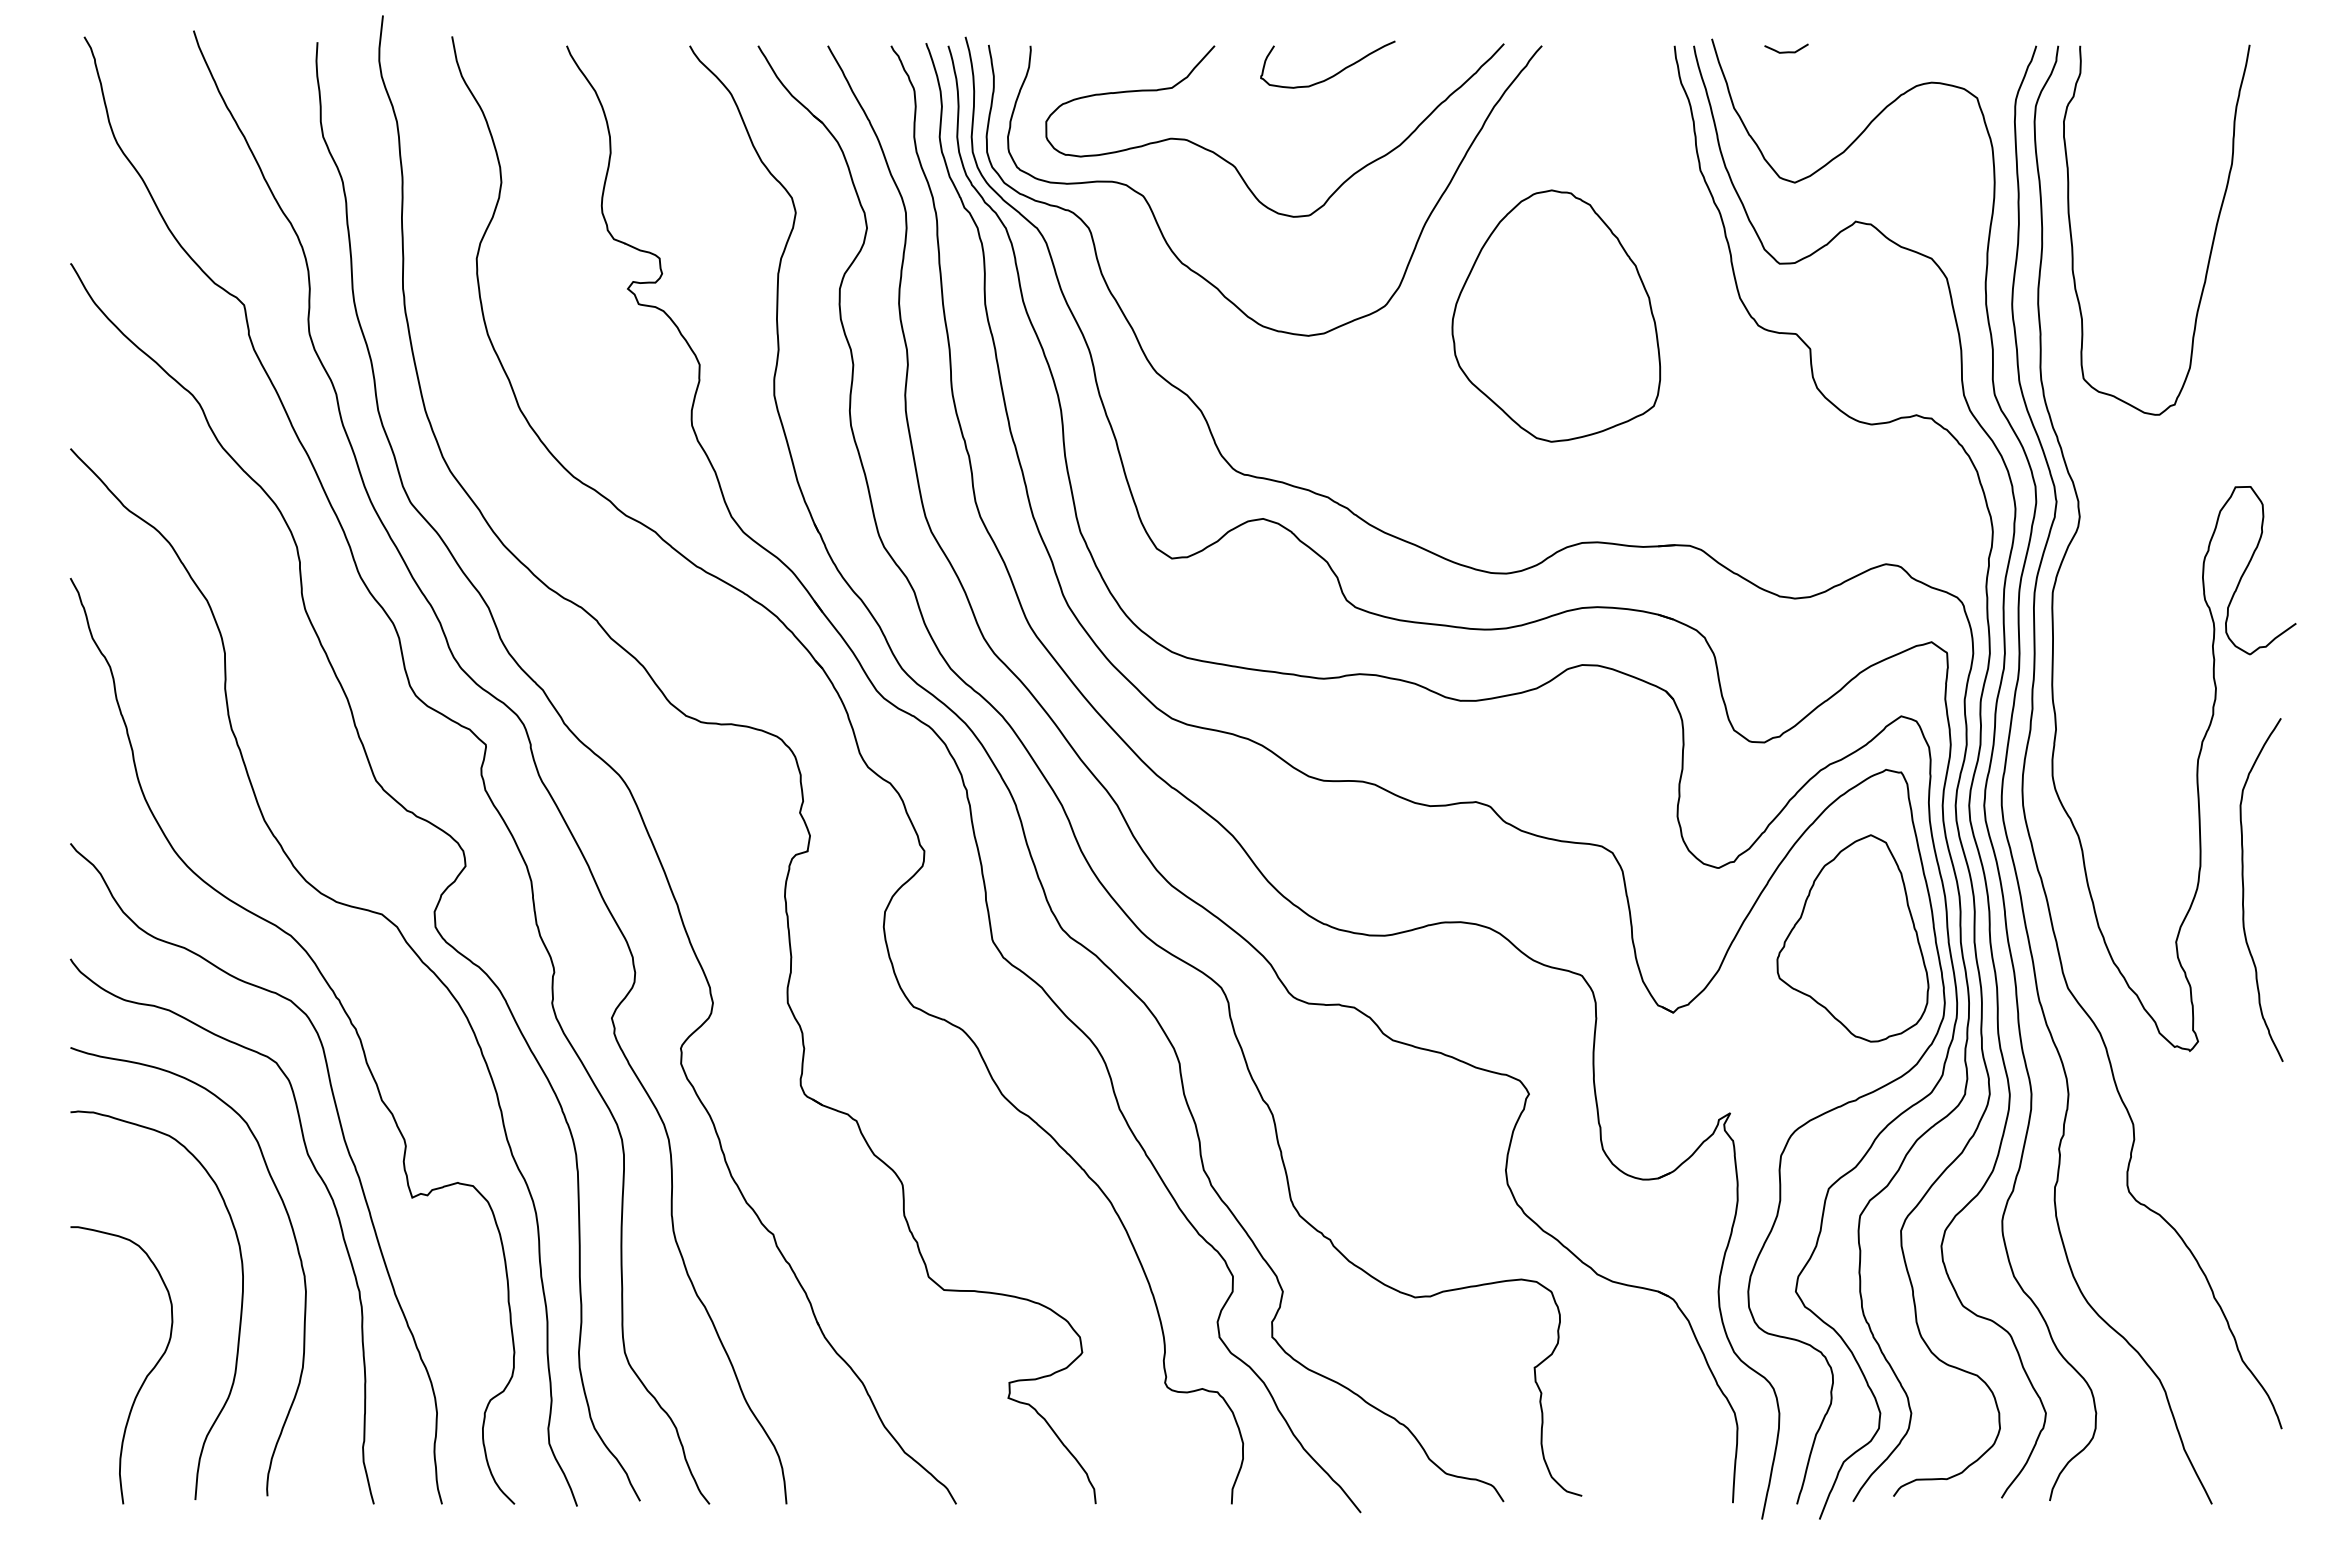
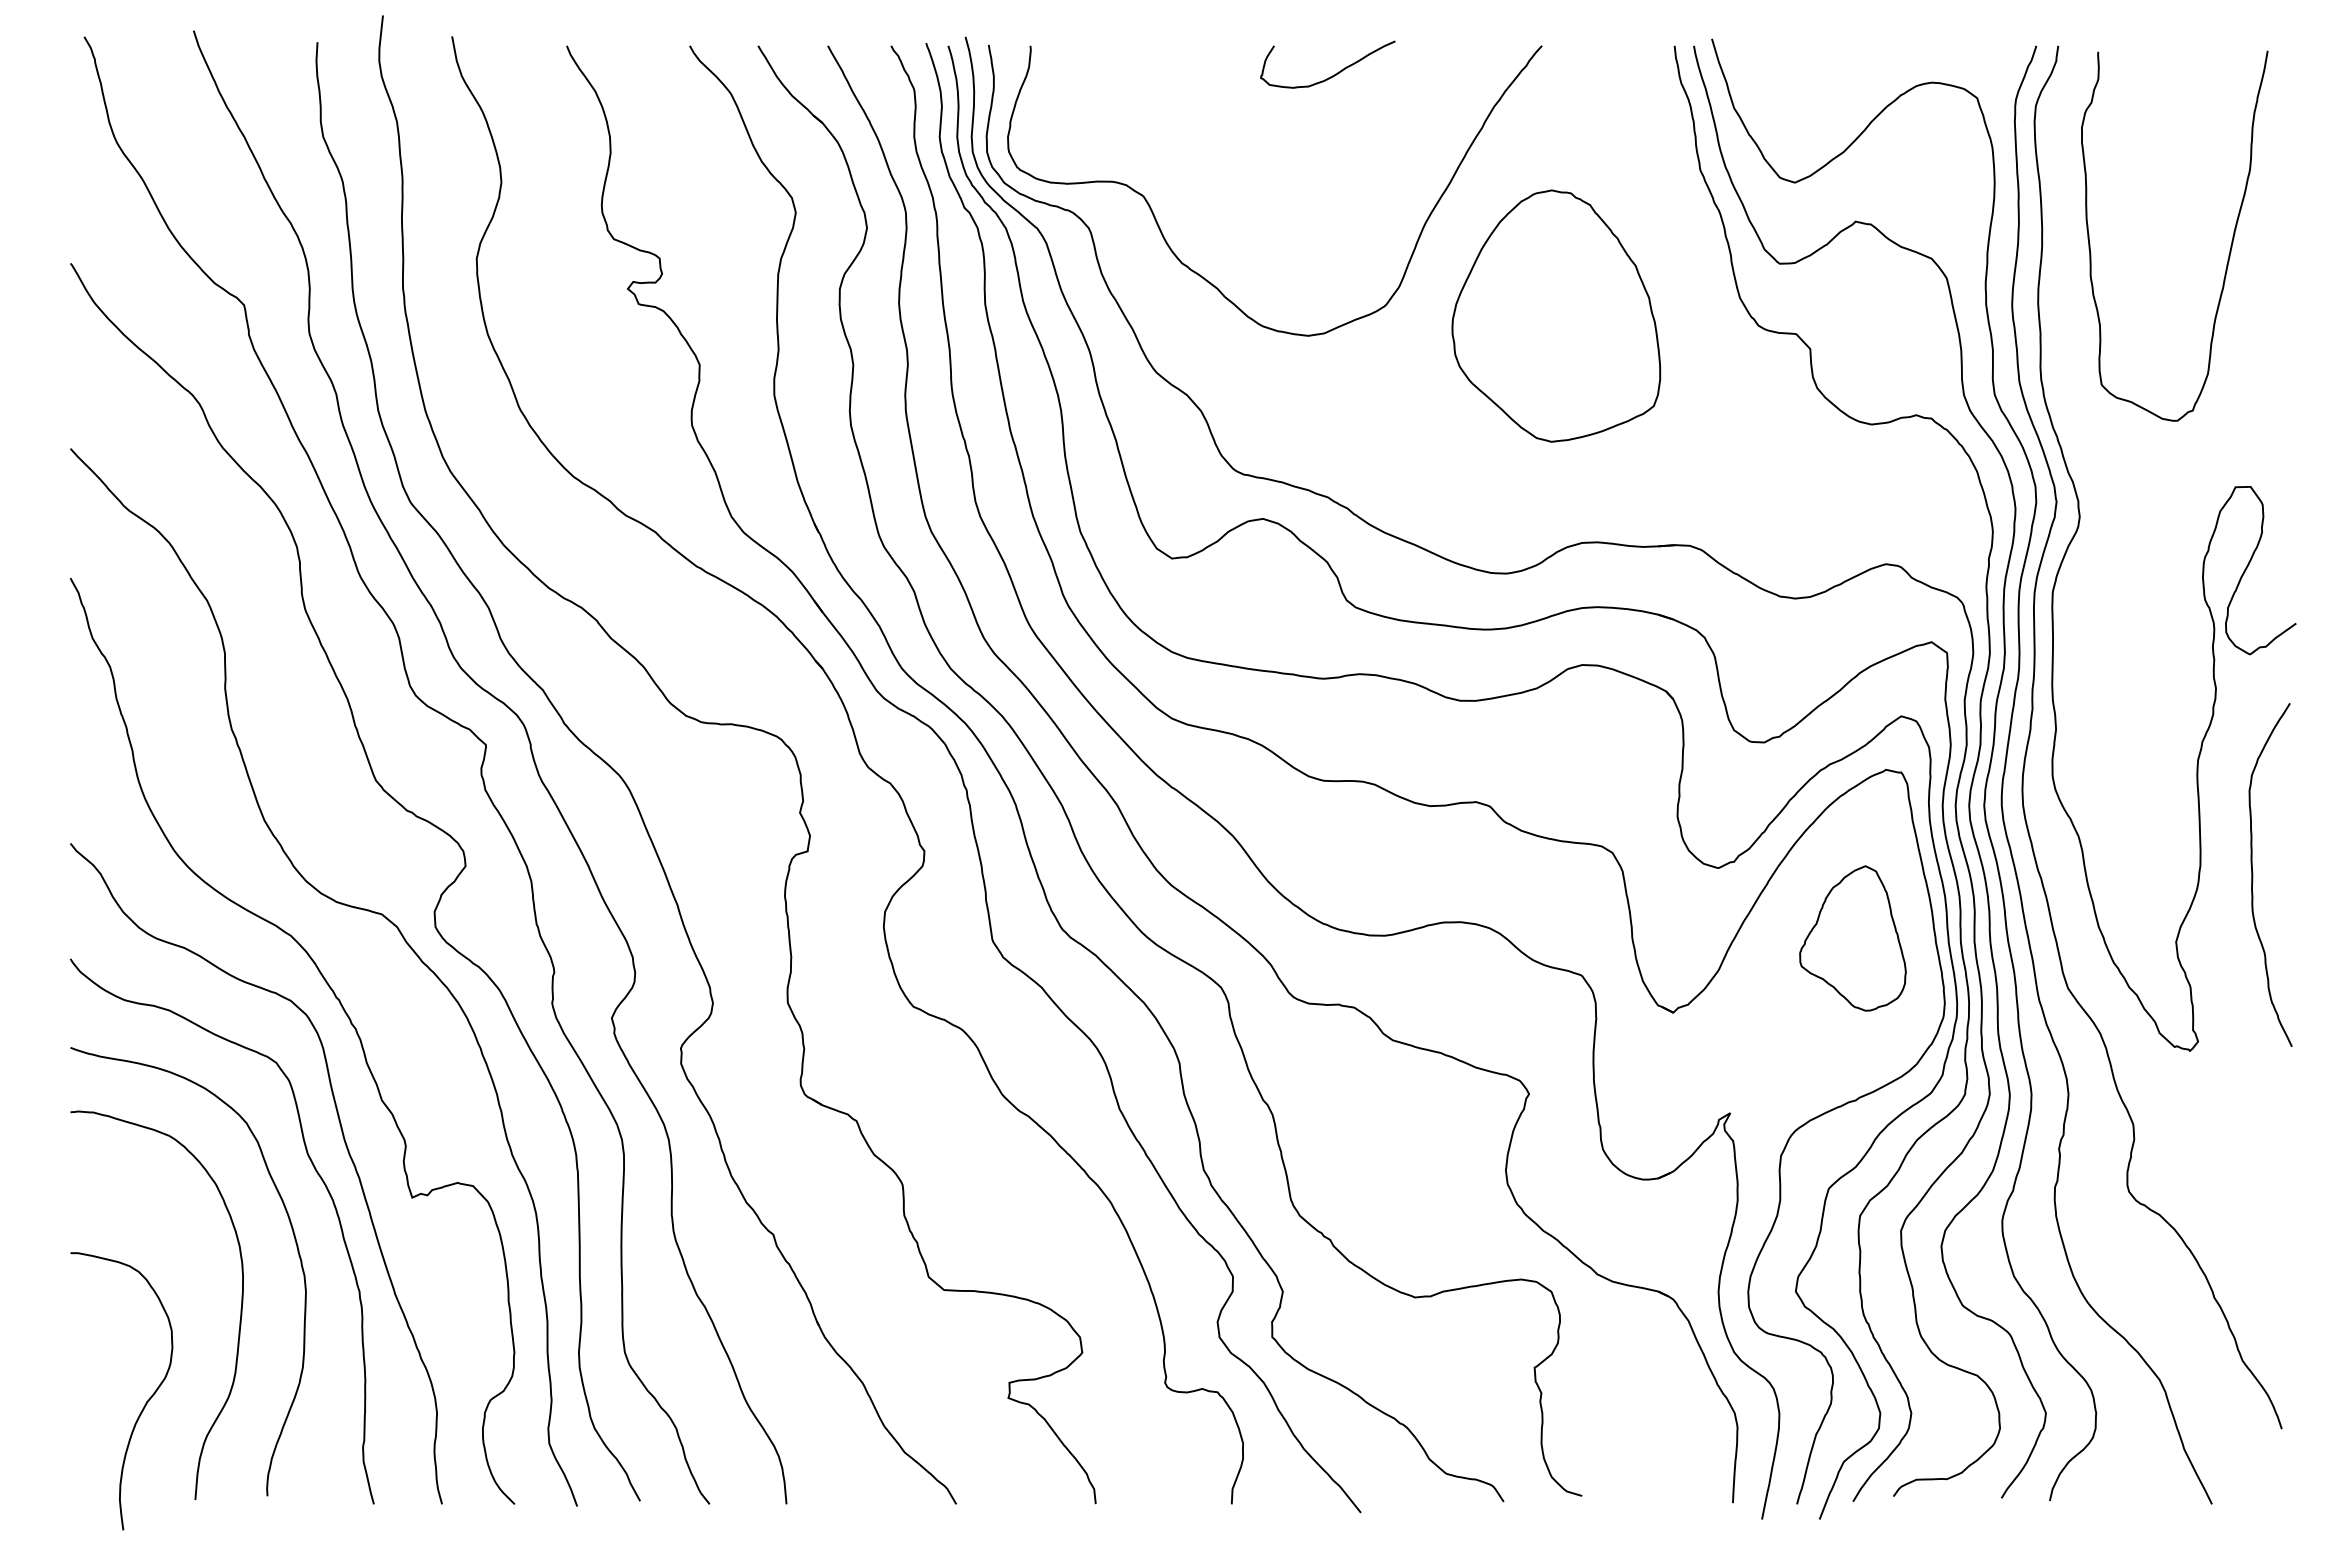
curve at (1786, 51): present -> none
curve at (1236, 167): present -> none
curve at (2212, 239) position: (2212, 239) -> (2230, 245)
curve at (2244, 889) position: (2244, 889) -> (2253, 874)
part at (1852, 938) size: 154x209 px -> 108x147 px
curve at (144, 1378) position: (144, 1378) -> (144, 1404)
